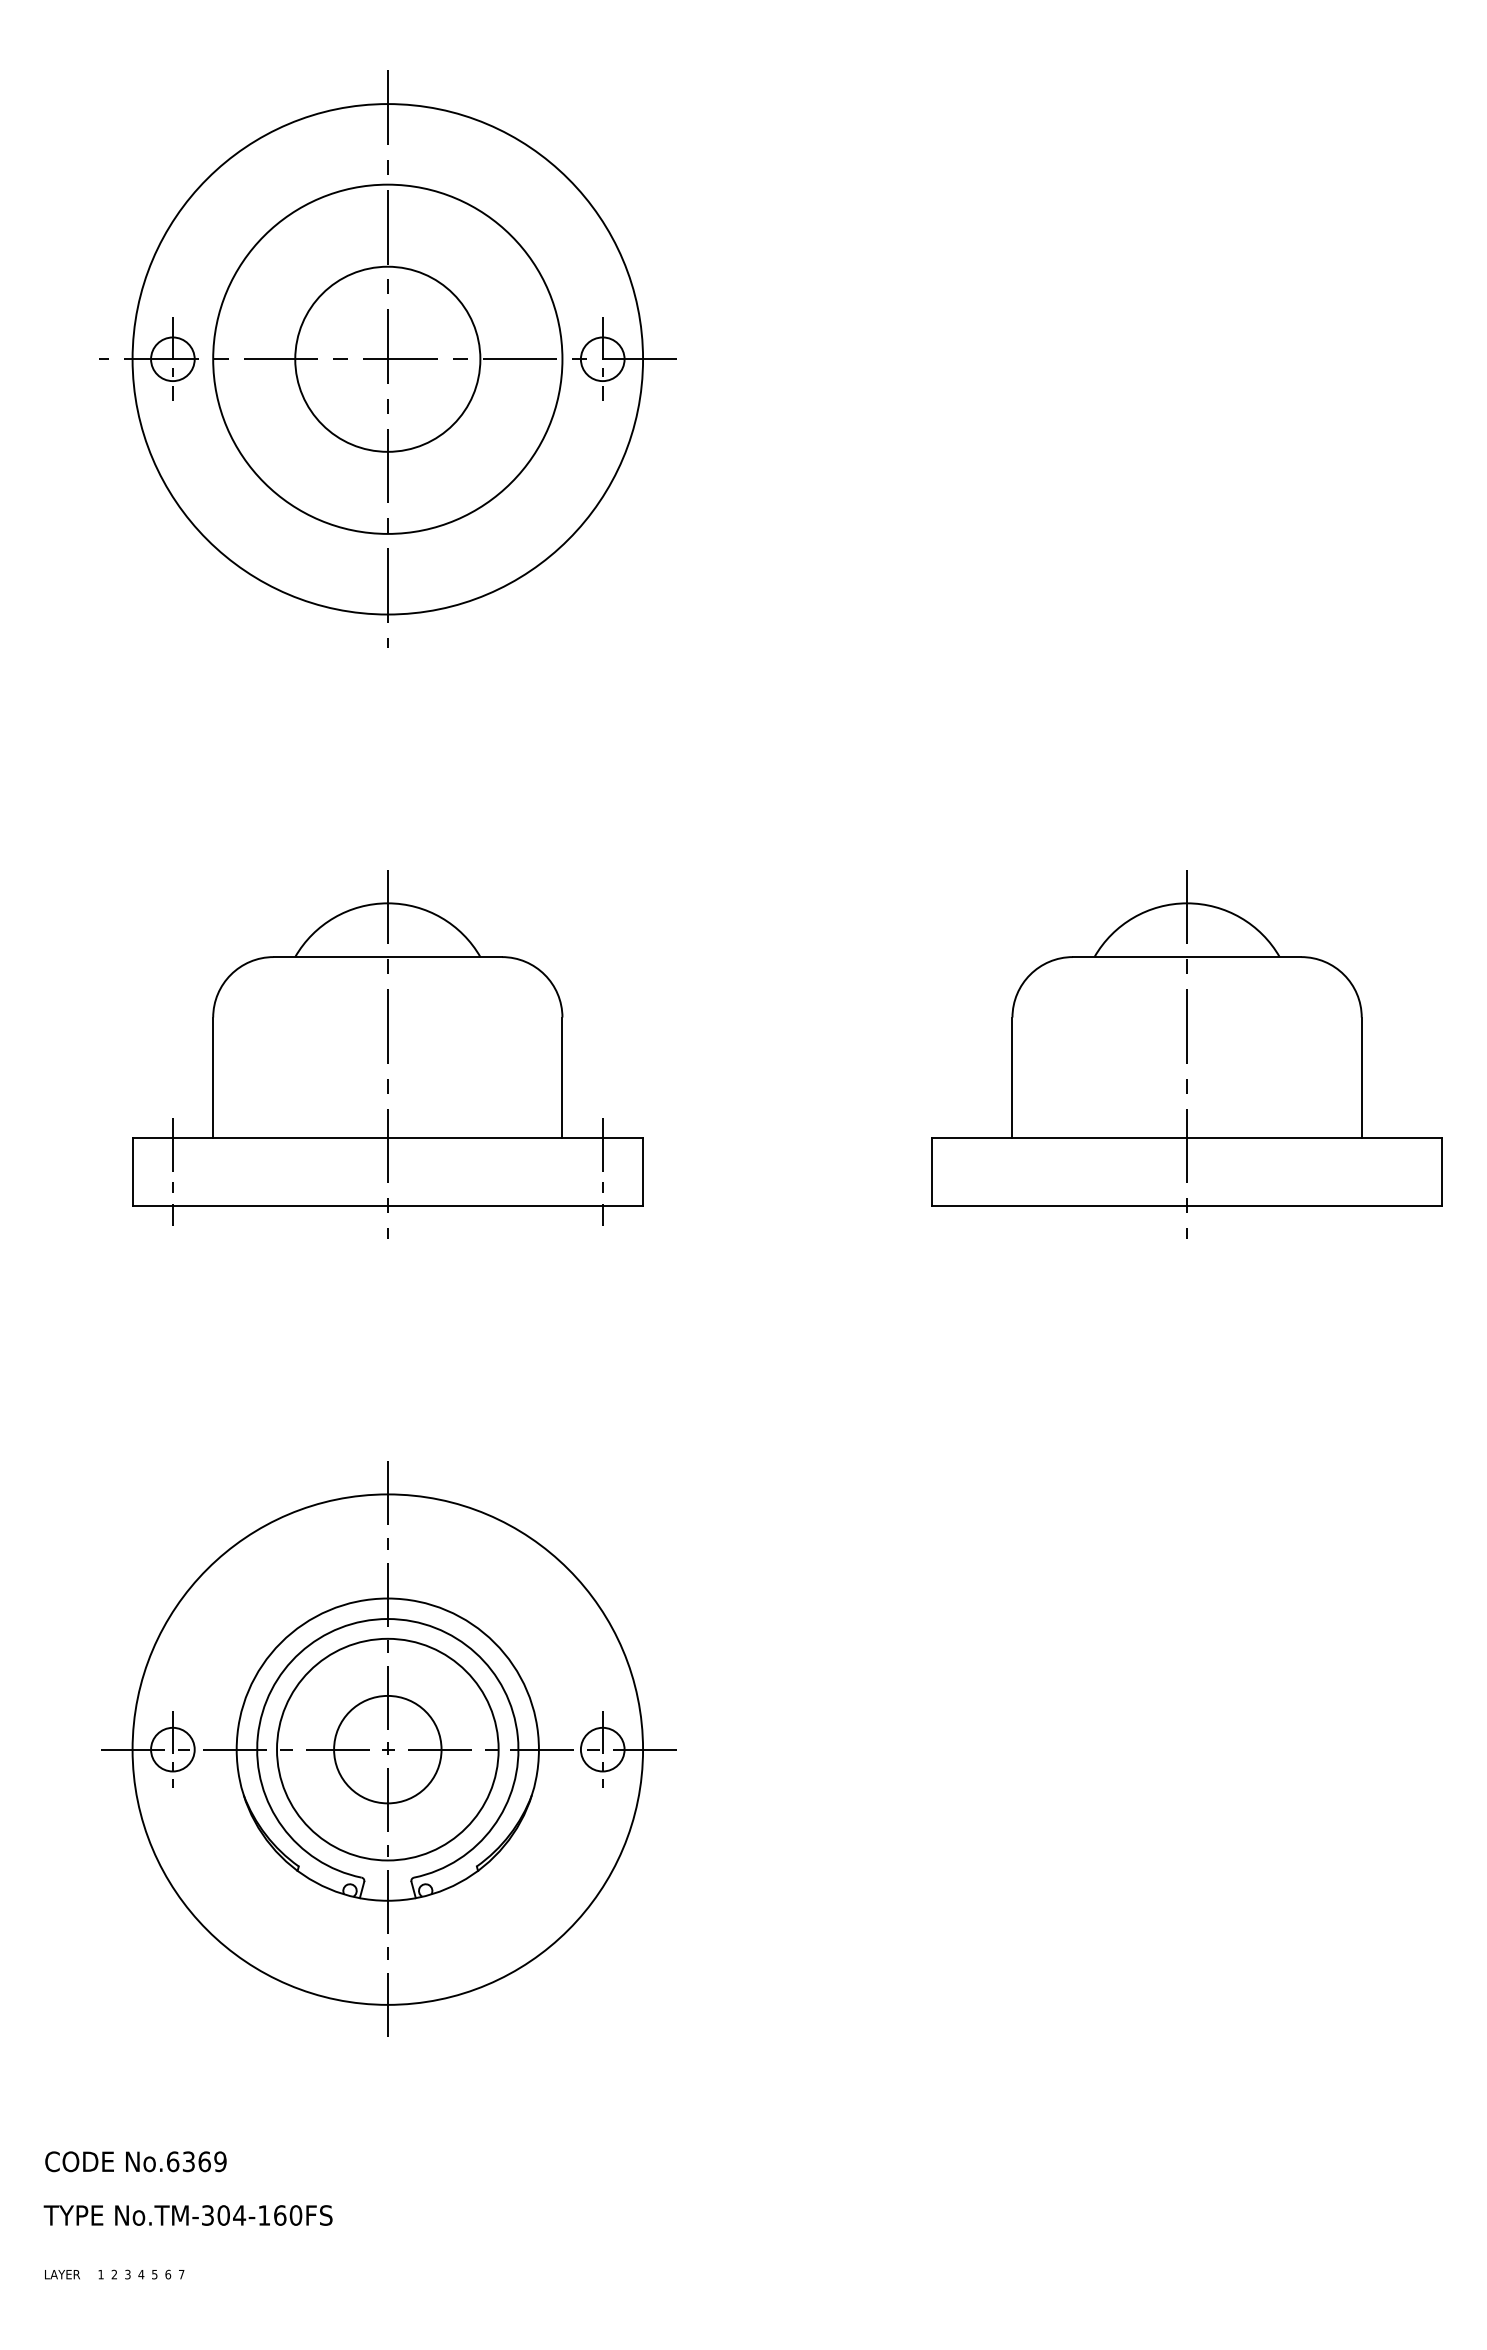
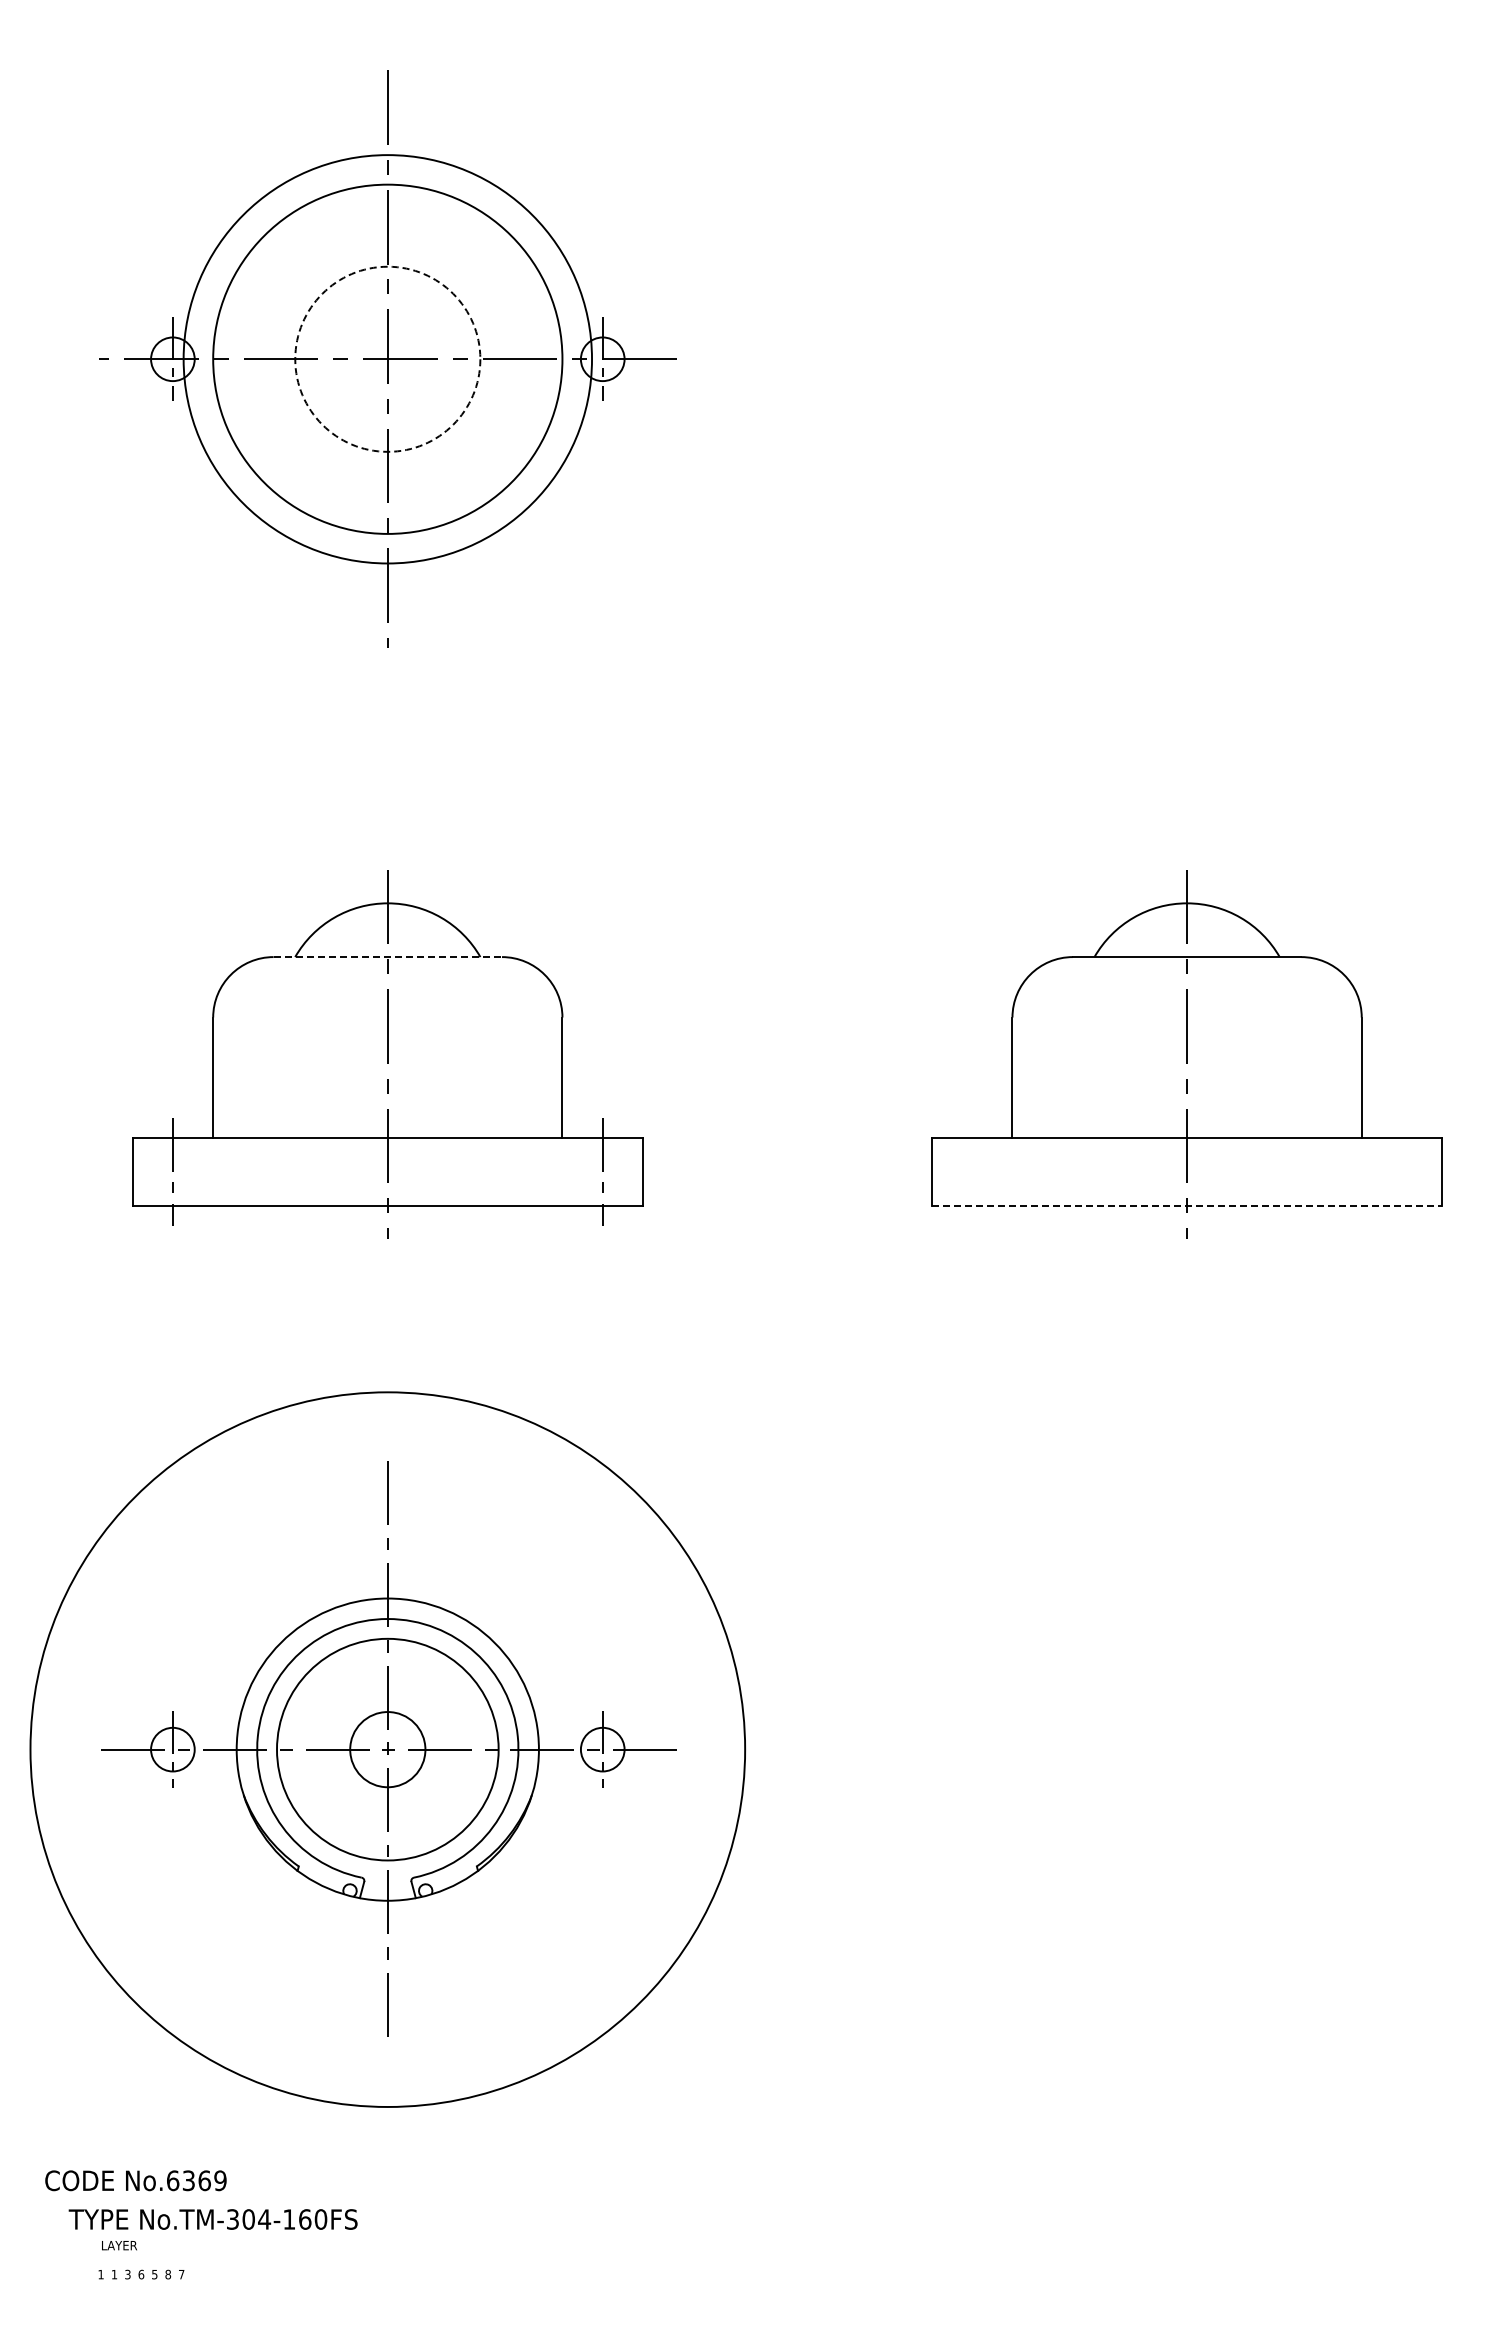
circle at (387, 358): solid -> dashed
circle at (387, 359) diameter: 510 px -> 408 px
line at (388, 957): solid -> dashed
line at (1187, 1205): solid -> dashed
circle at (387, 1749) diameter: 107 px -> 75 px
circle at (387, 1749) diameter: 510 px -> 715 px
text at (135, 2161) position: (135, 2161) -> (135, 2180)
text at (187, 2215) position: (187, 2215) -> (212, 2219)
text at (62, 2274) position: (62, 2274) -> (119, 2245)
text at (113, 2274): 2 -> 1
text at (141, 2274): 4 -> 6
text at (168, 2274): 6 -> 8
